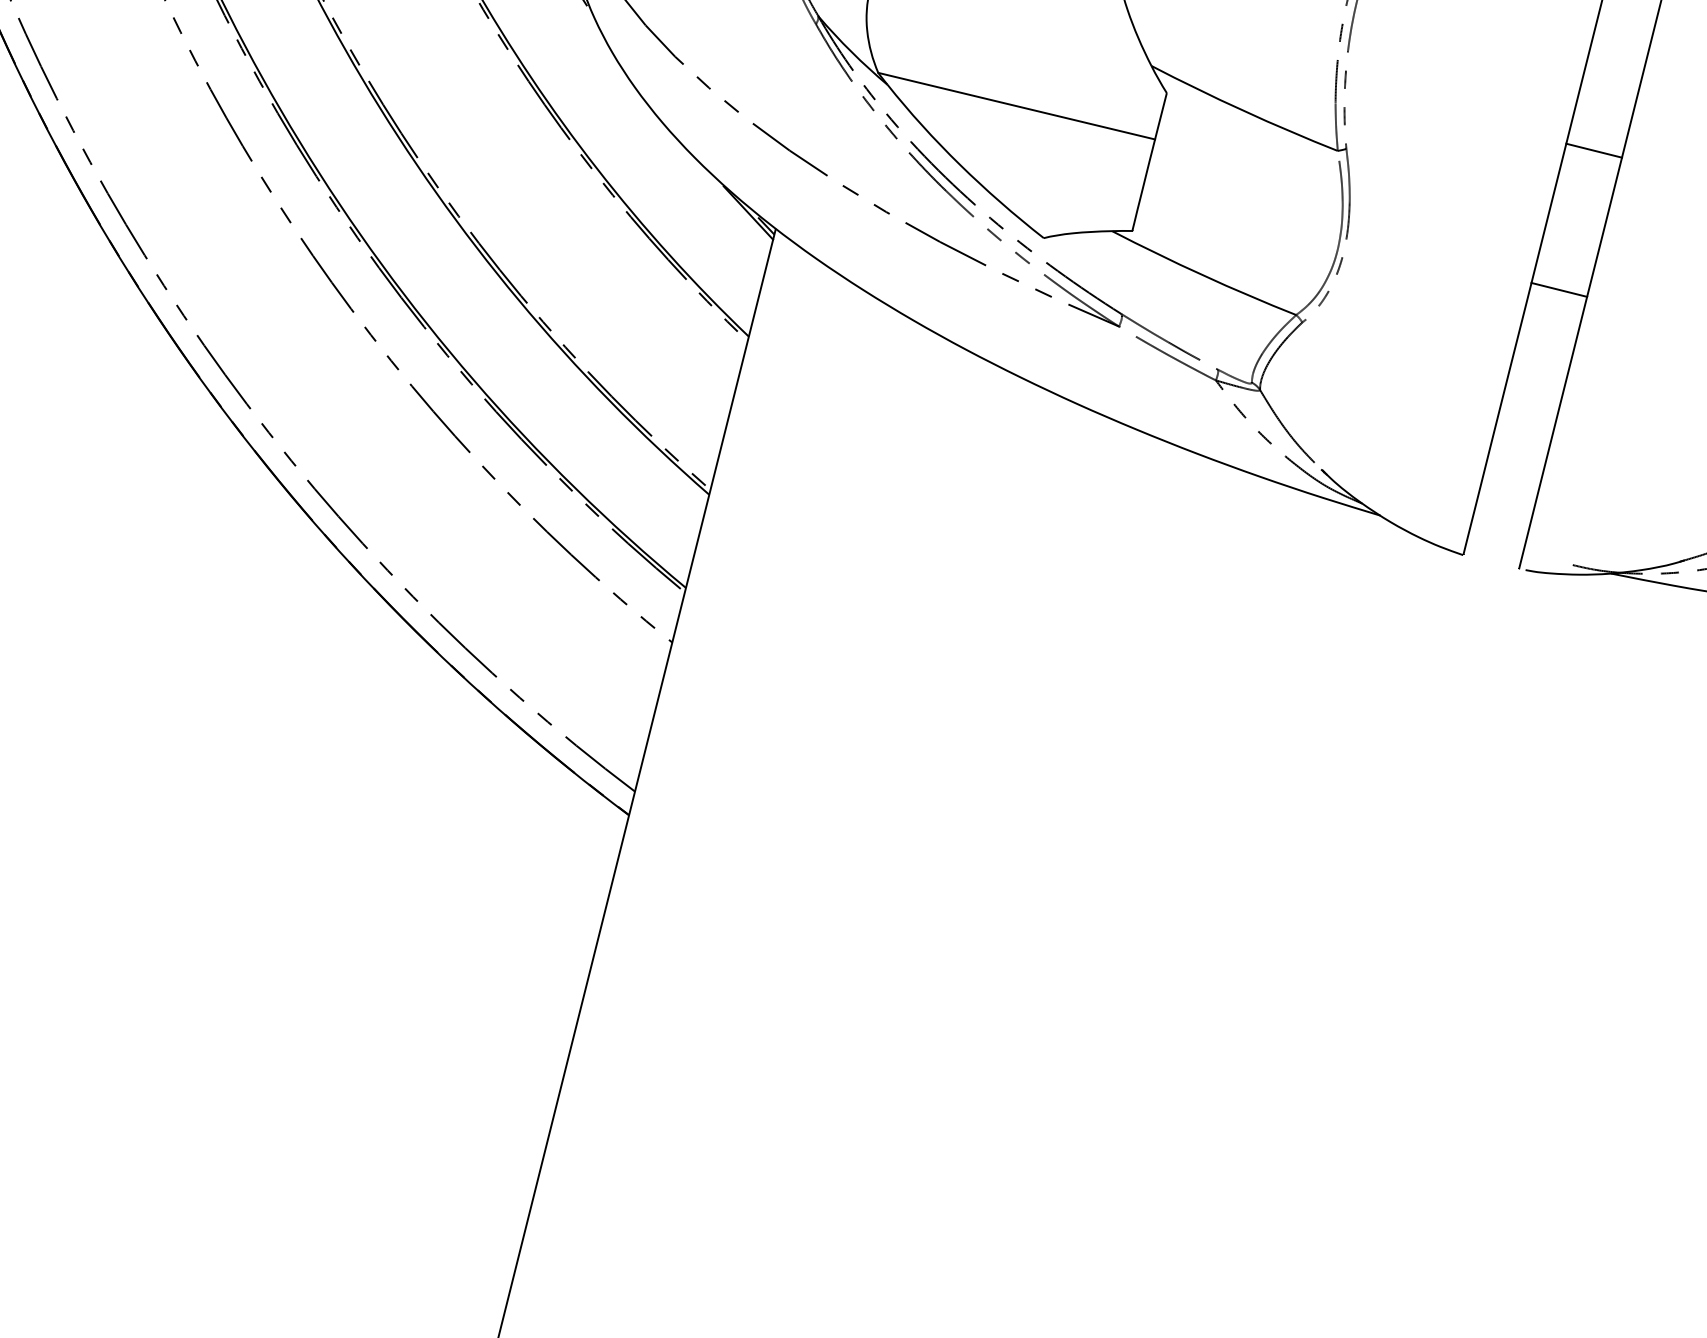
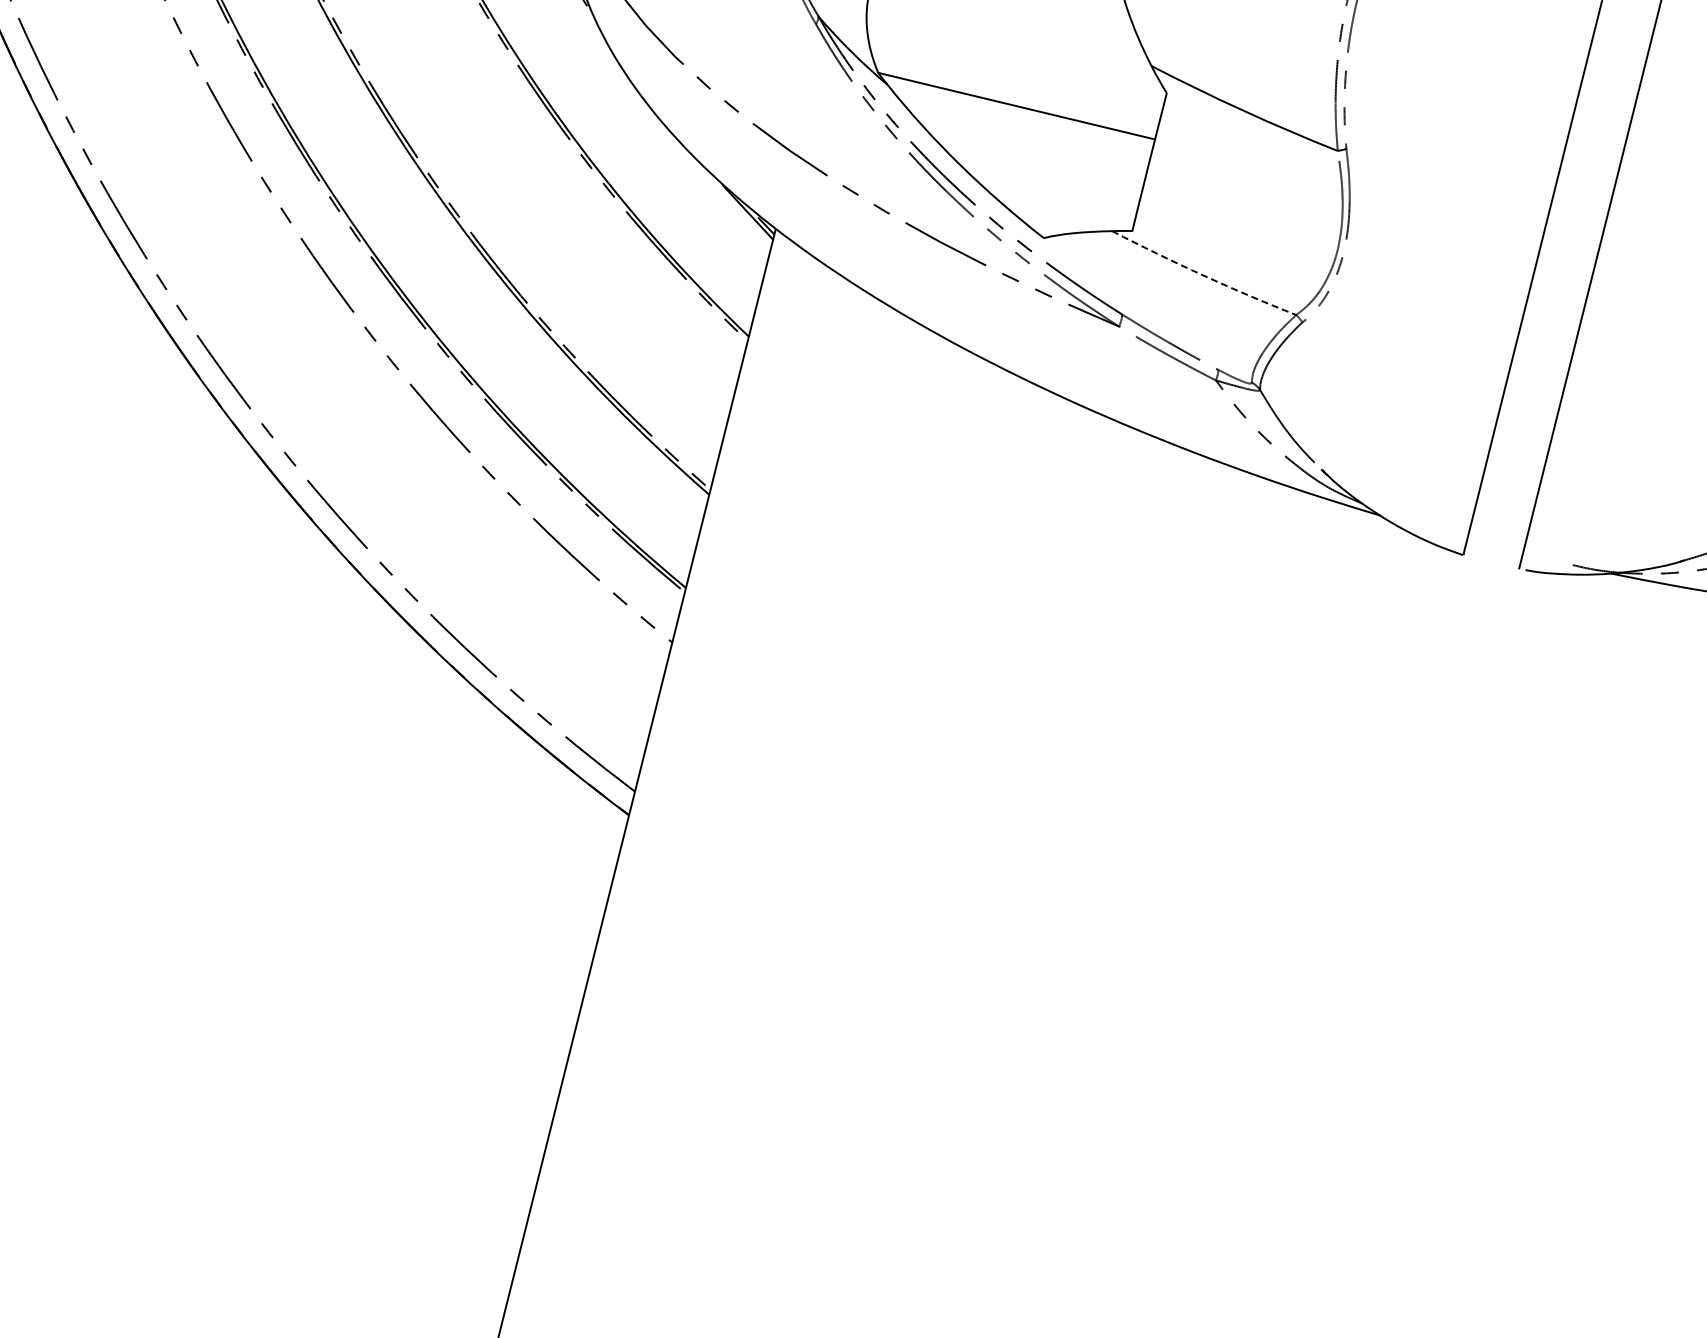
line at (1594, 150): present -> none
arc at (1203, 275): solid -> dashed
line at (1559, 289): present -> none
